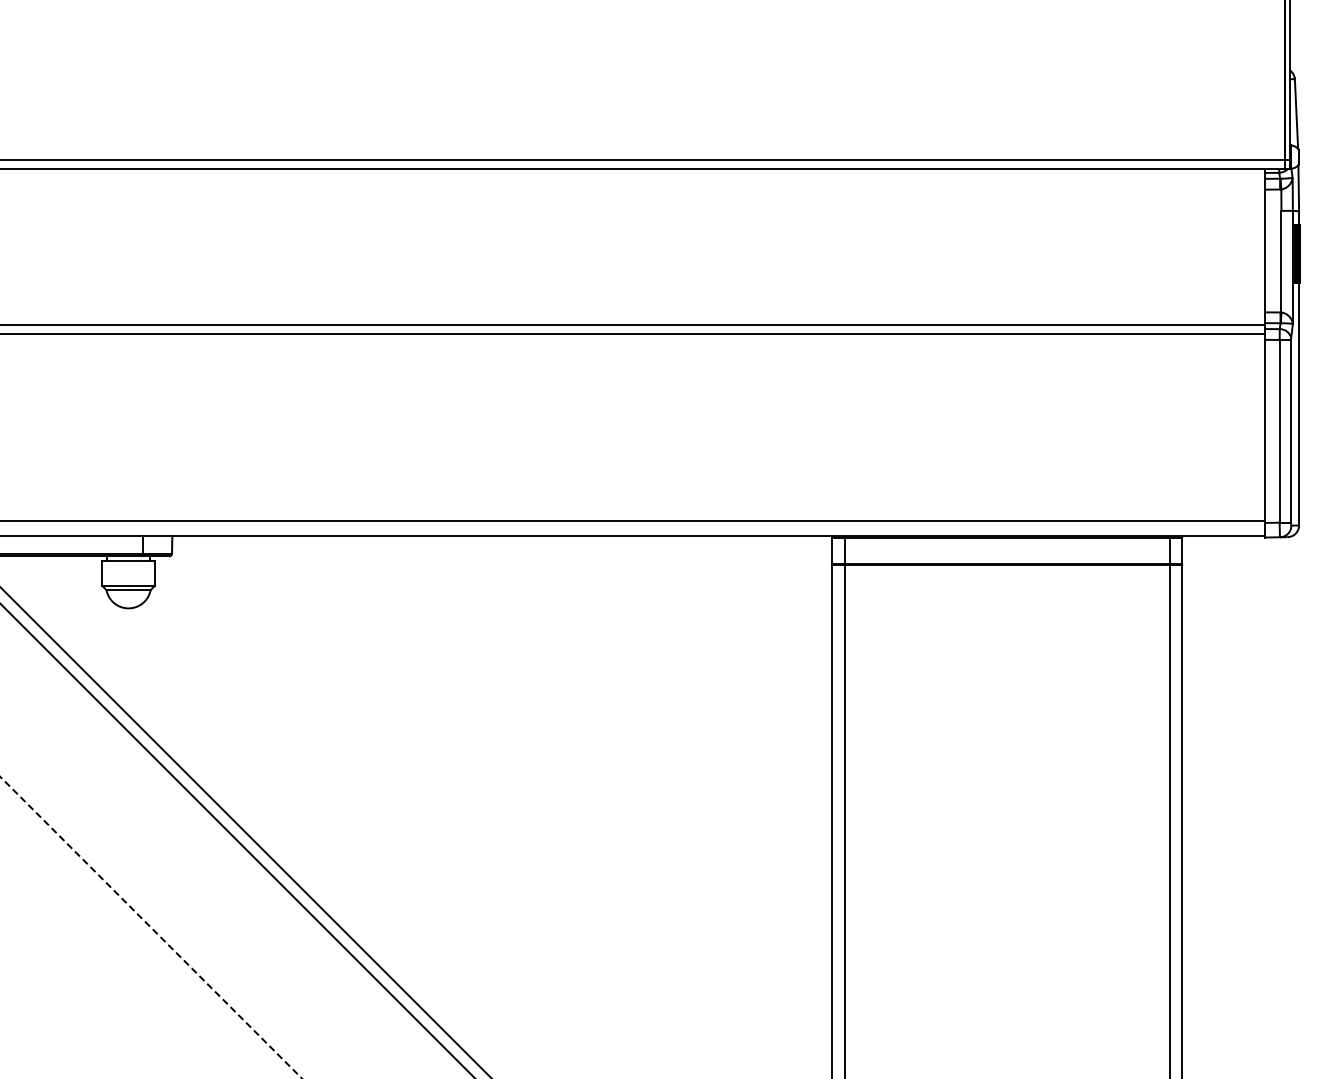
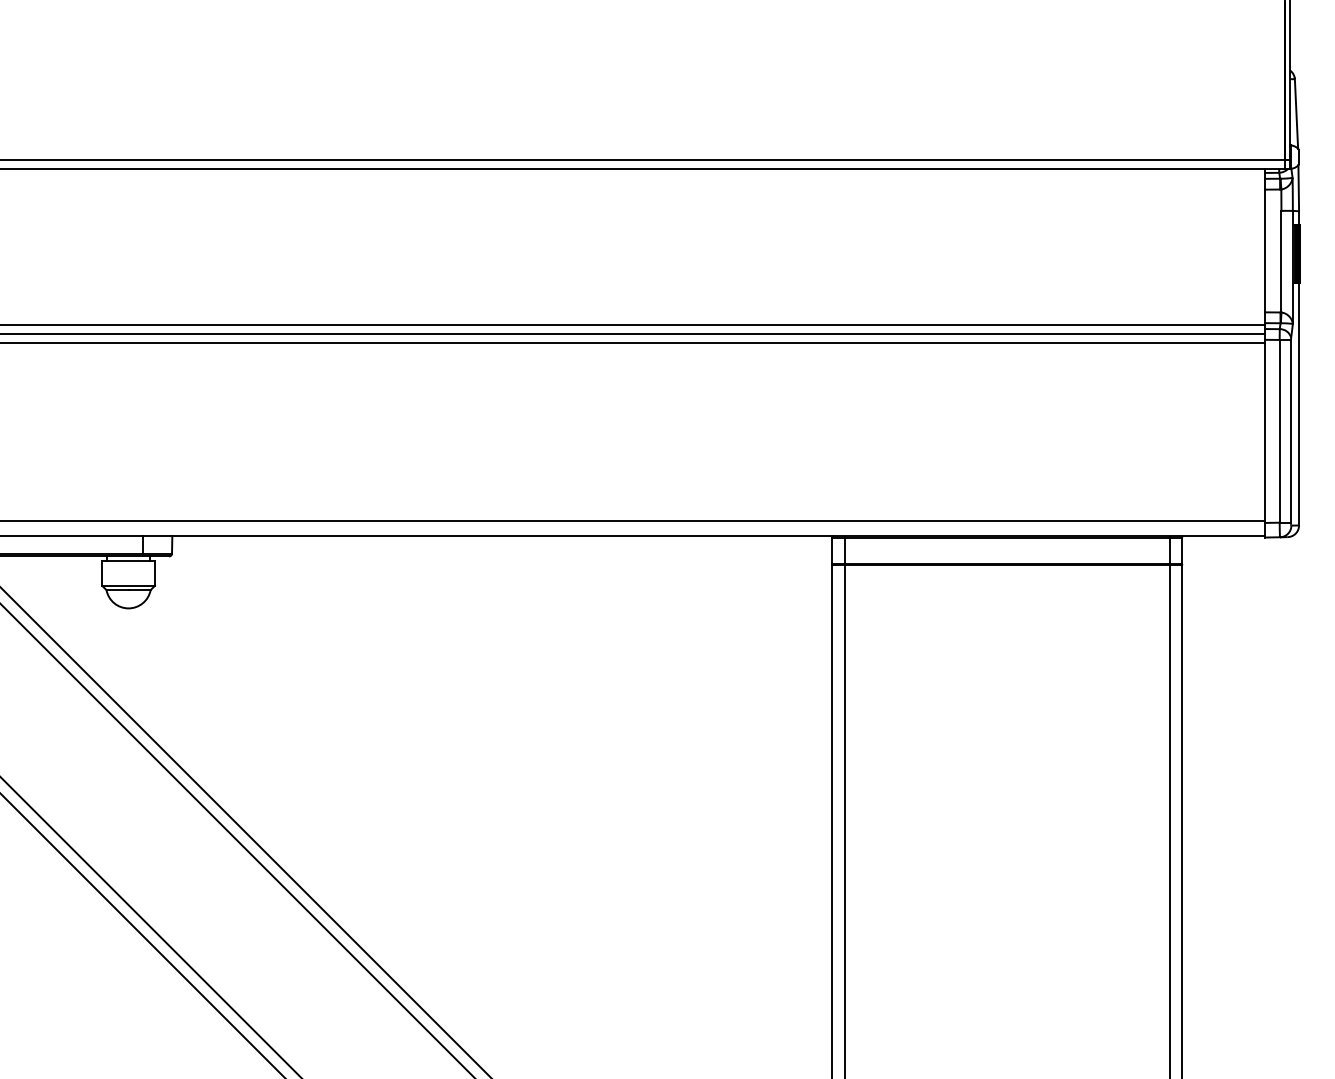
line at (633, 342): none -> present
line at (150, 927): dashed -> solid
line at (142, 935): none -> present
